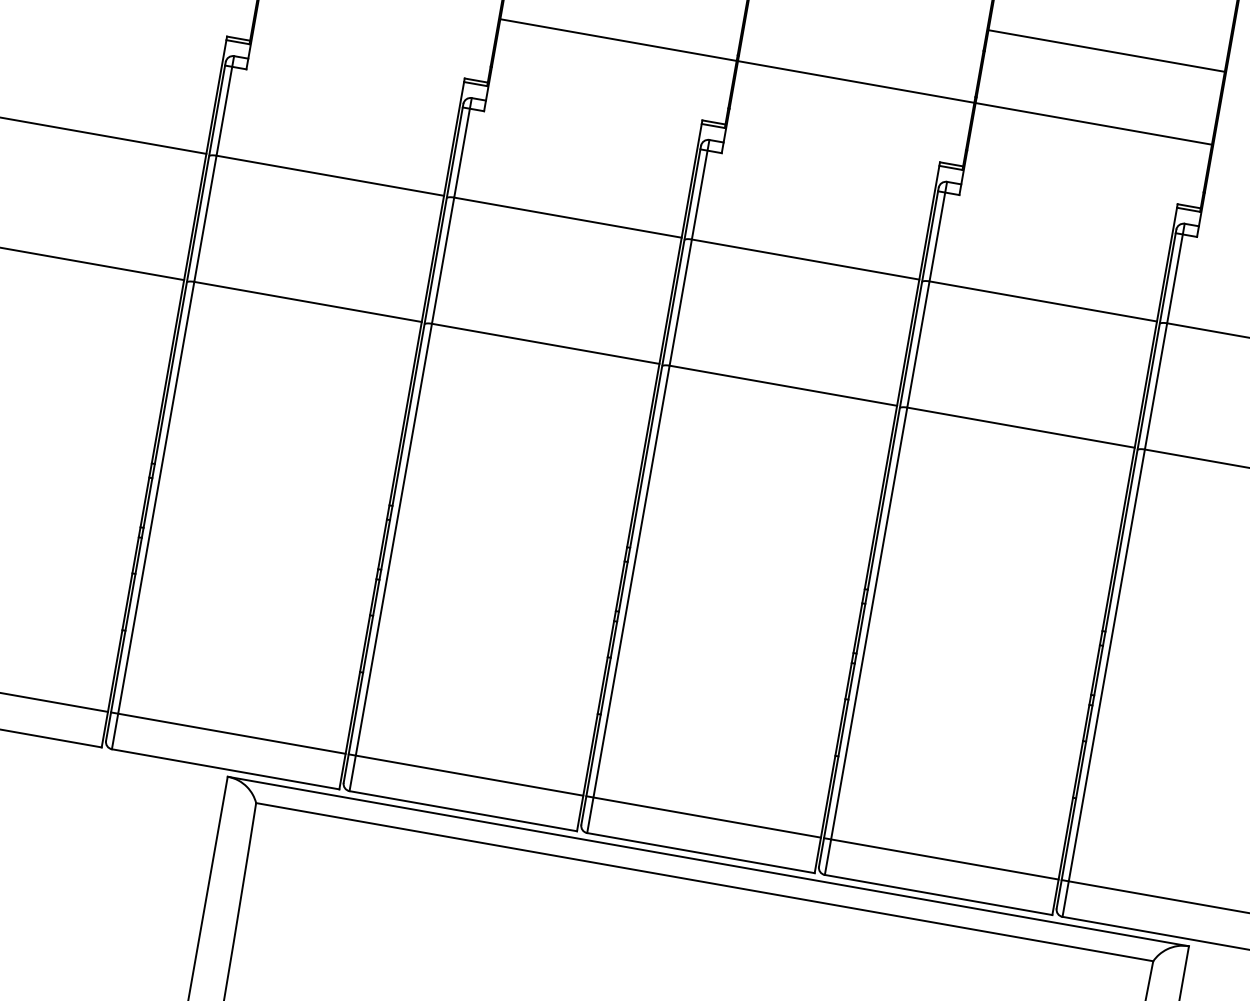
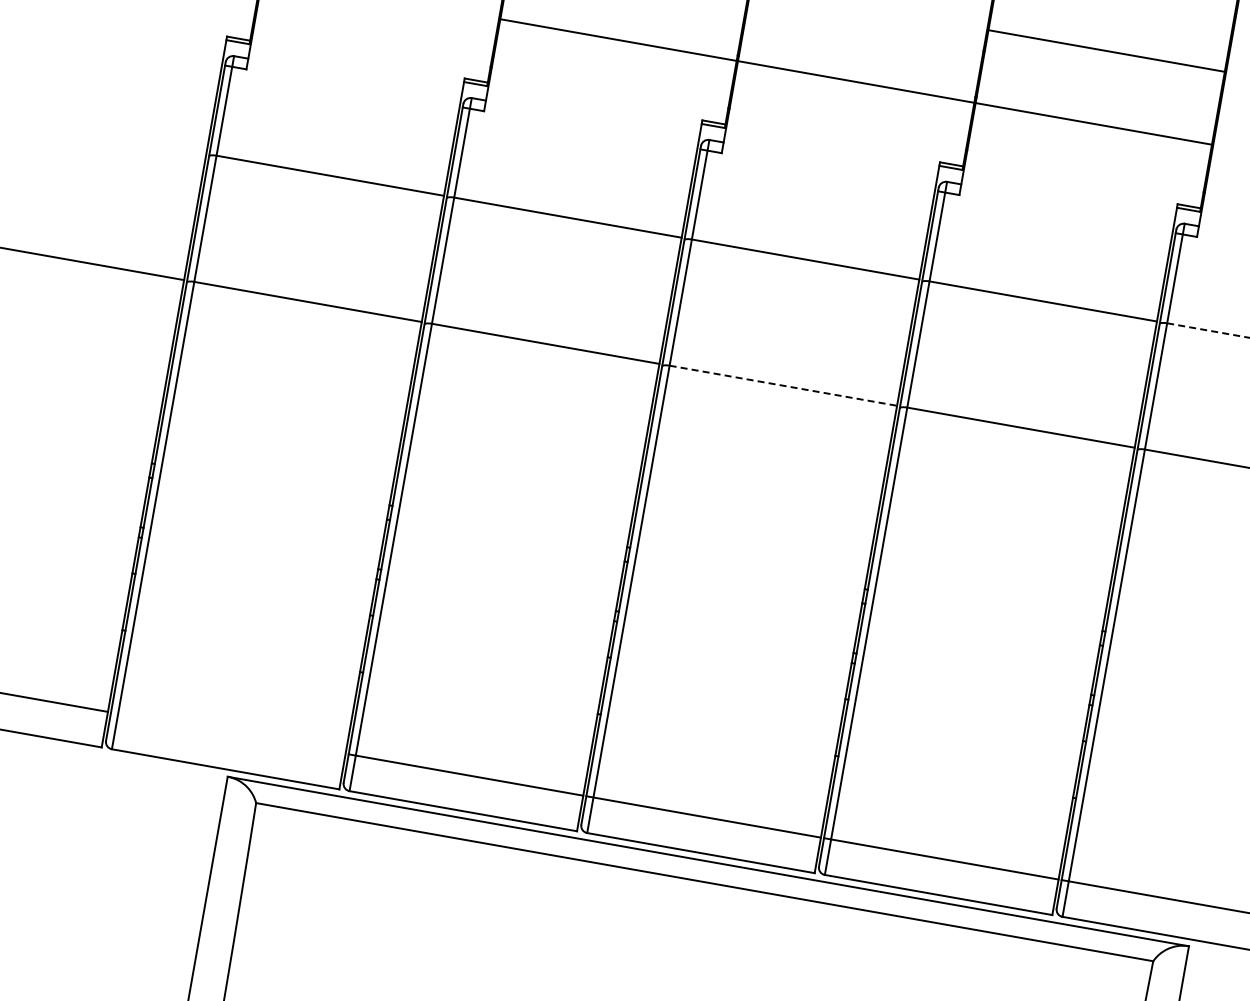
line at (104, 135): present -> none
line at (1208, 330): solid -> dashed
line at (783, 385): solid -> dashed
line at (228, 732): present -> none
